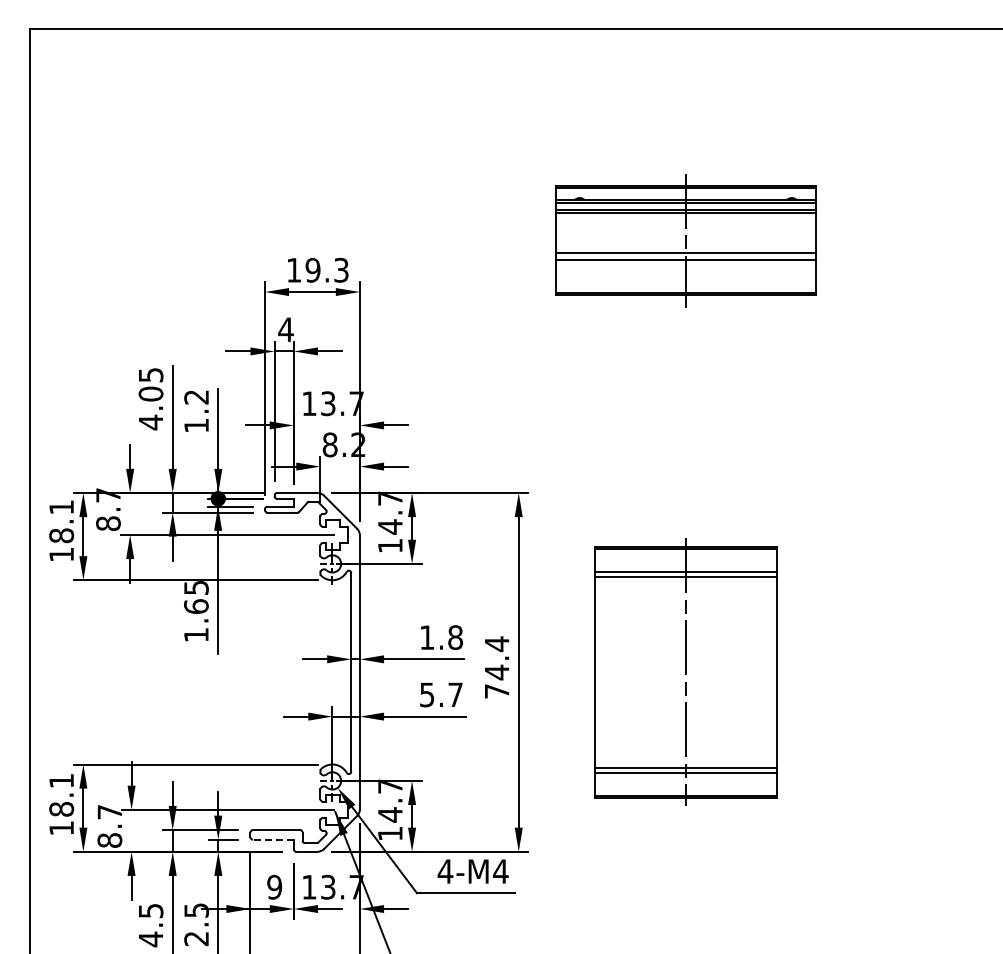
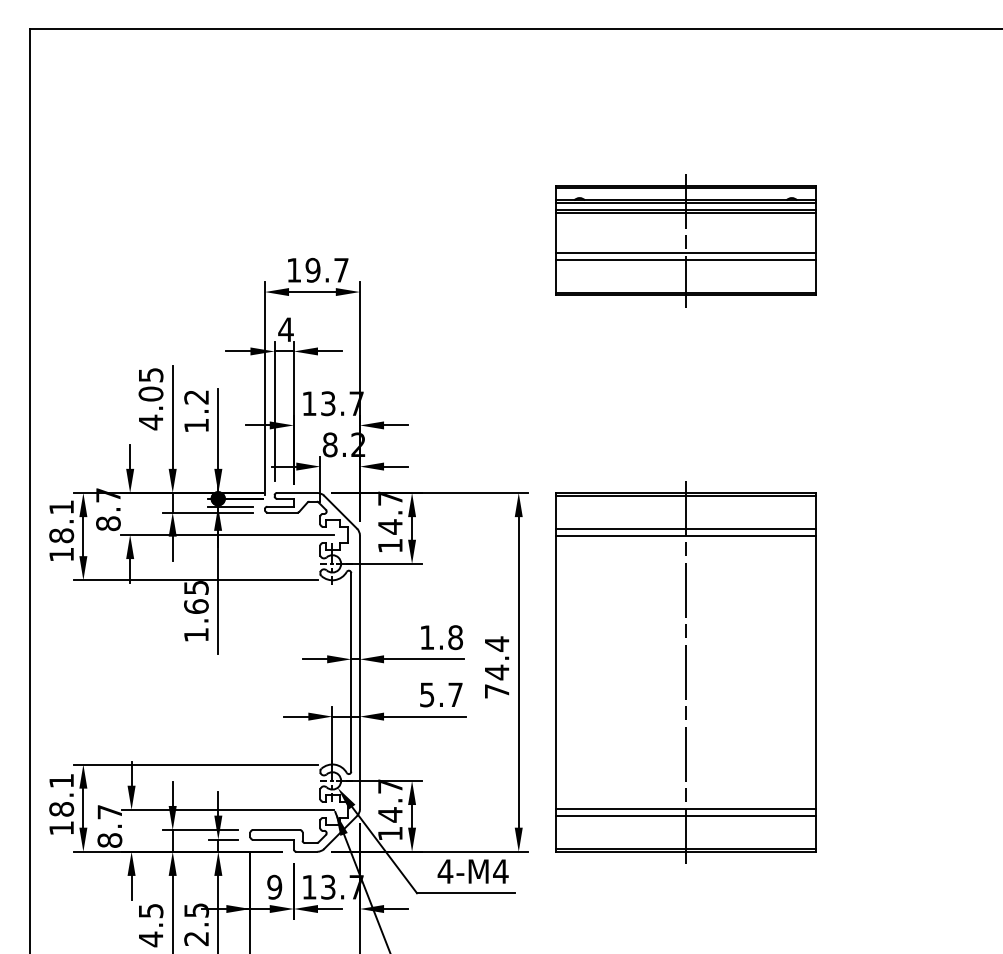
text at (341, 269): 19.3 -> 19.7
part at (685, 671) size: 184x268 px -> 262x383 px
line at (272, 839): dashed -> solid
